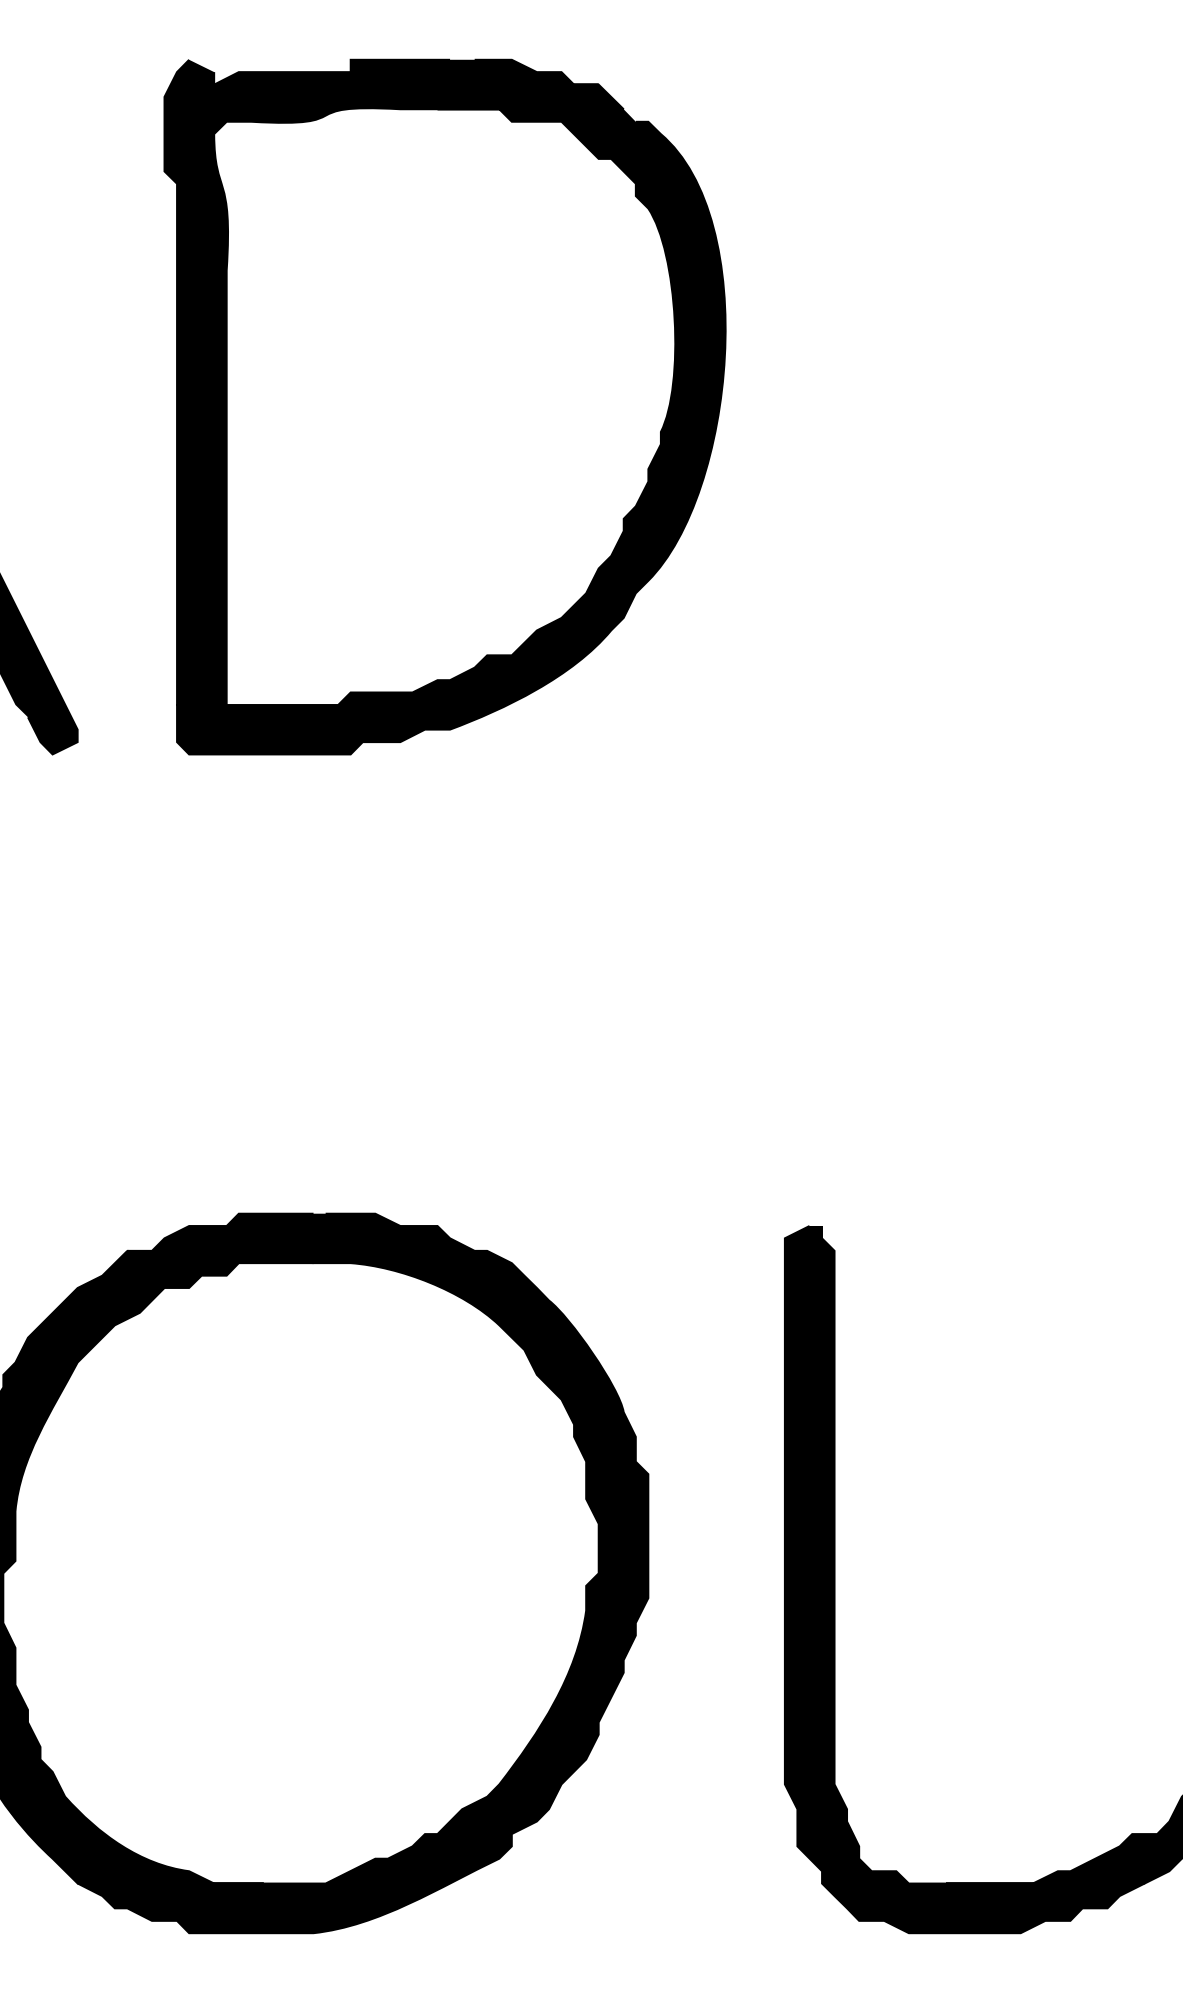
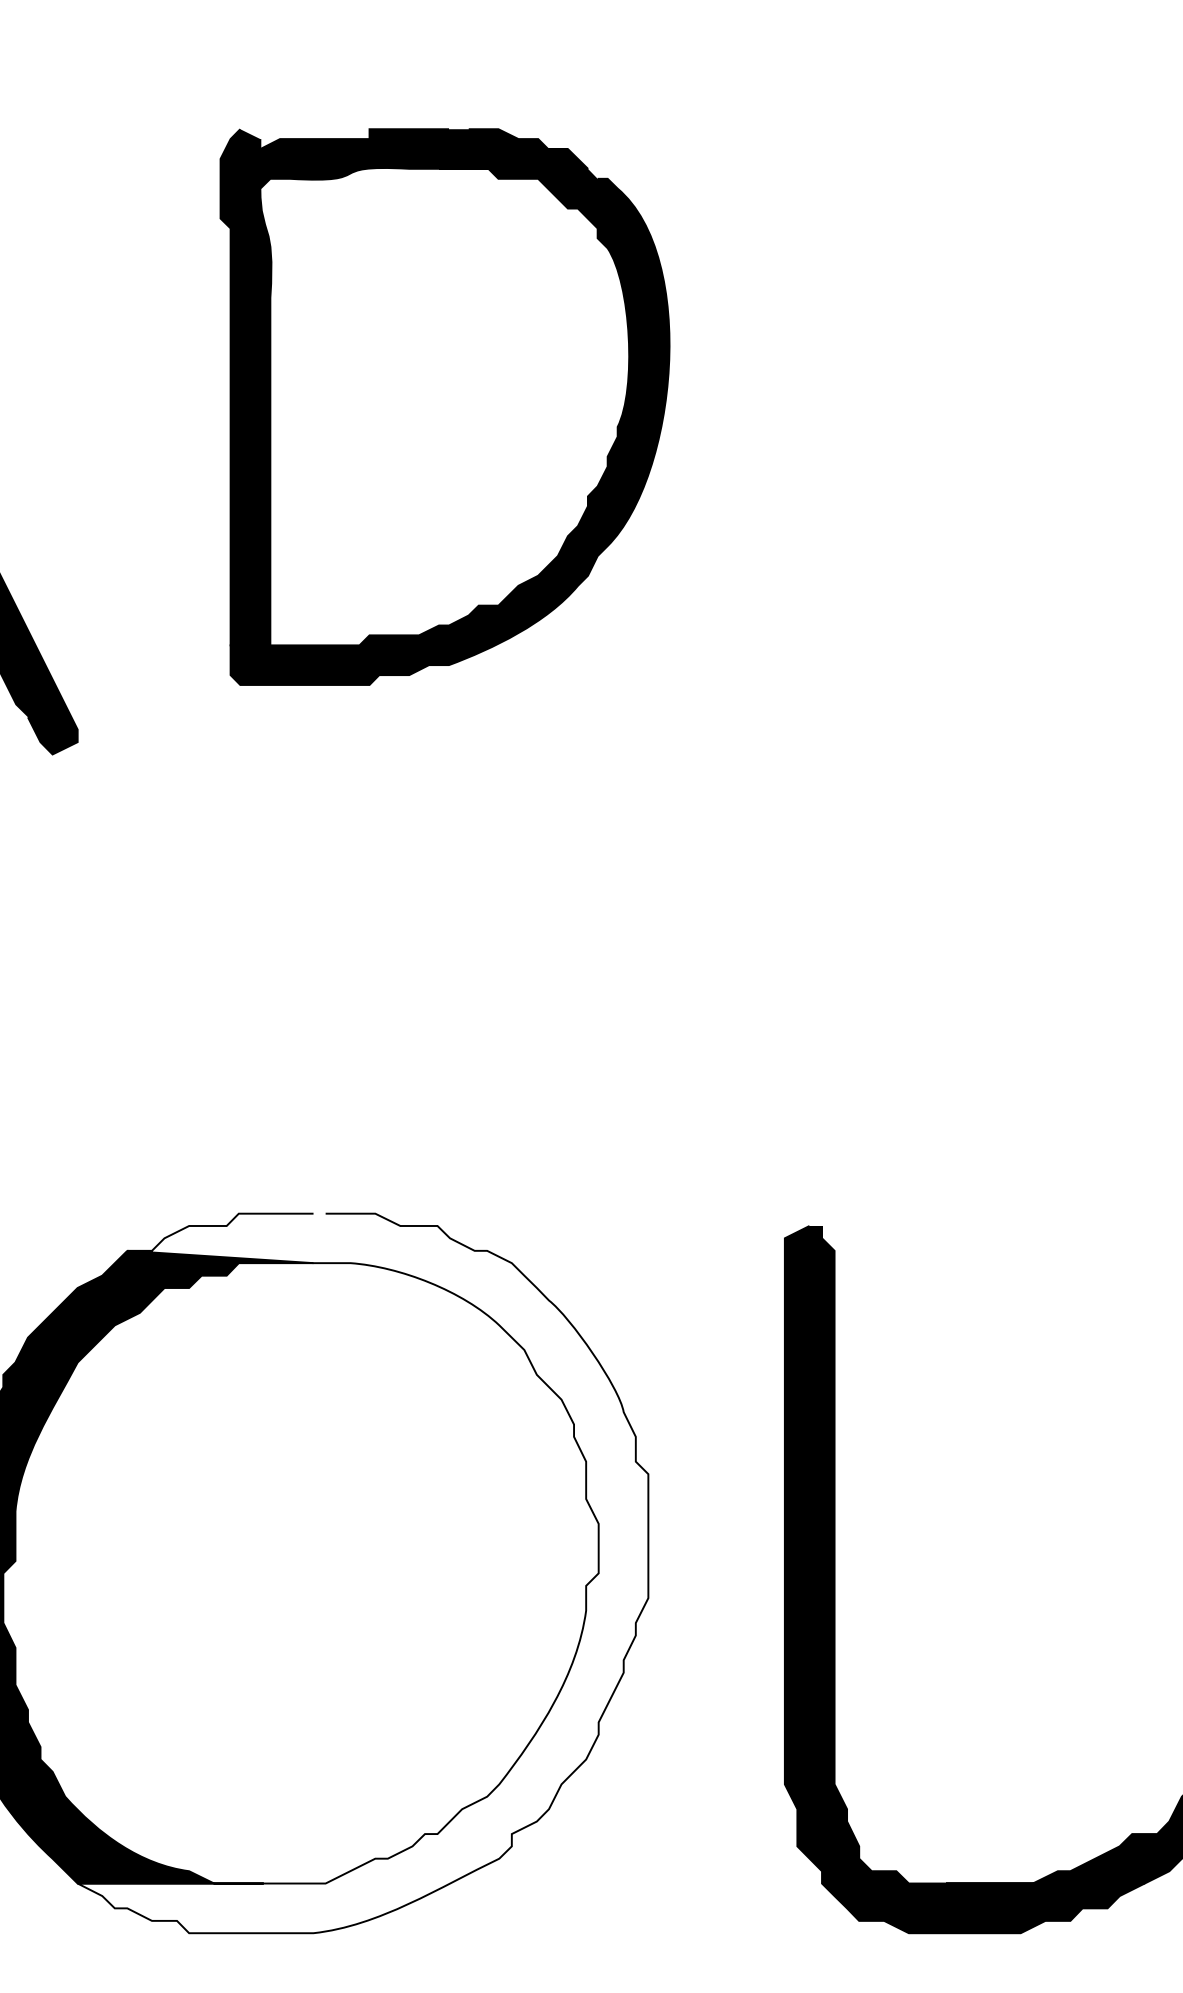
part at (444, 406) size: 564x698 px -> 452x558 px
fill at (362, 1573): present -> none
